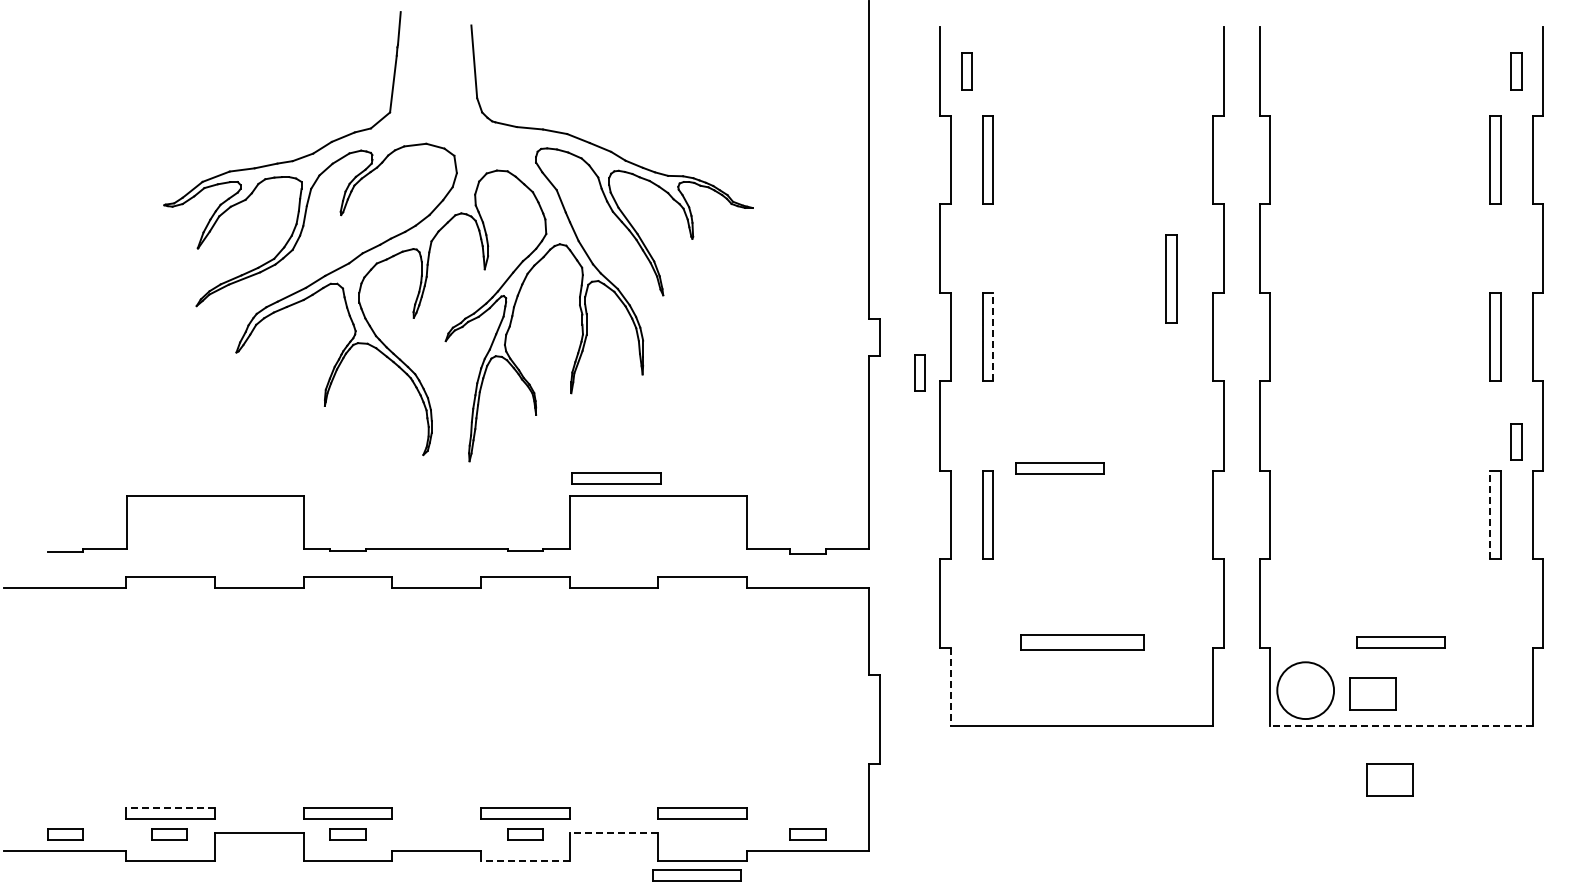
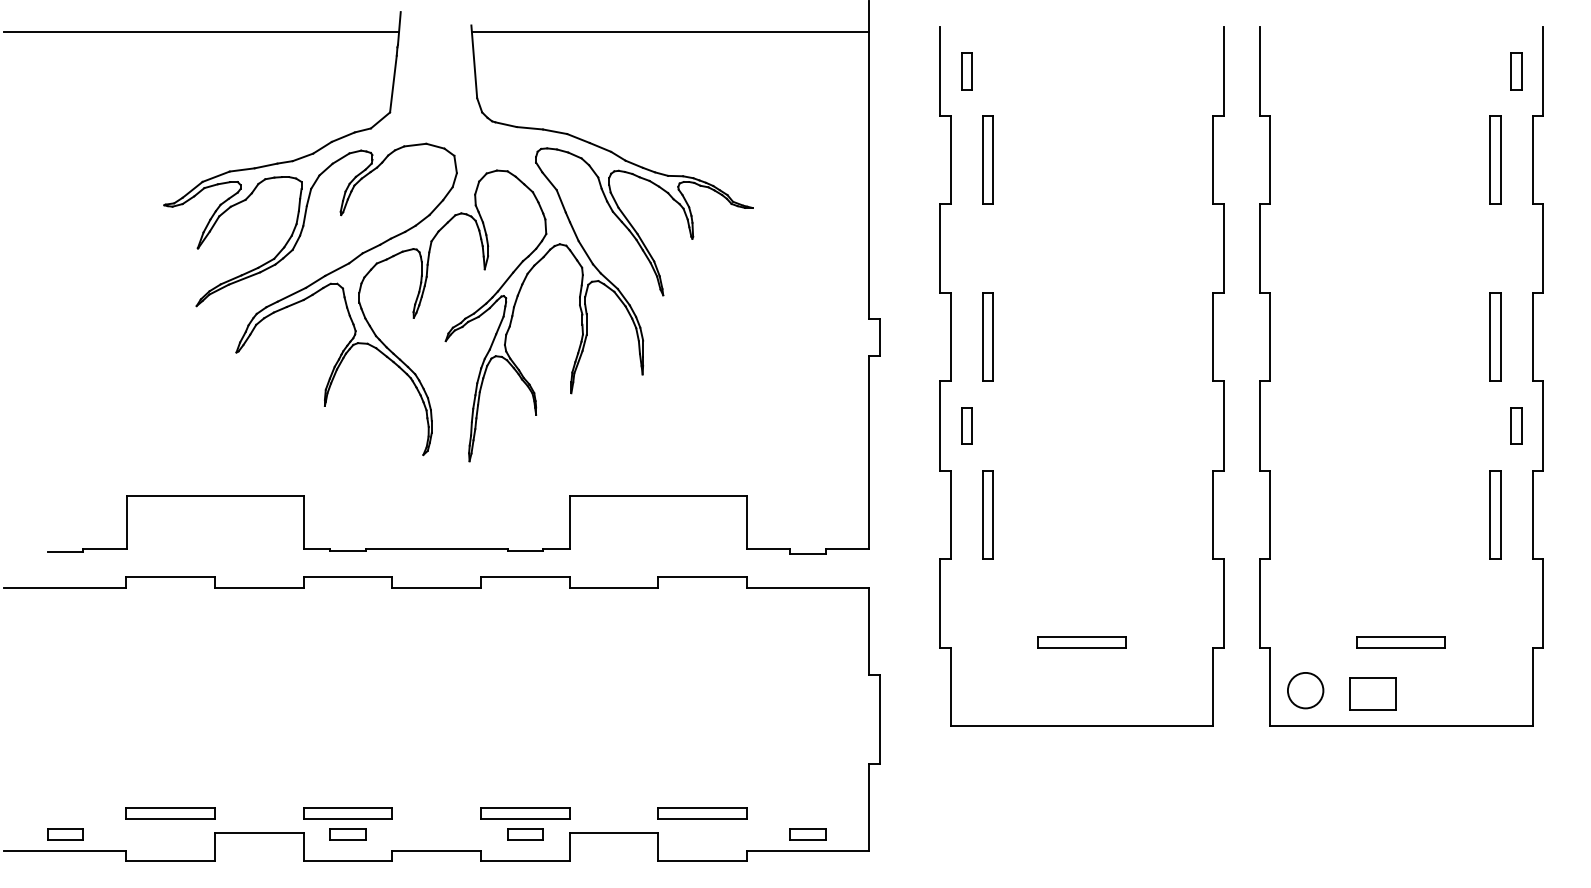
line at (201, 32): none -> present
line at (670, 32): none -> present
part at (1171, 278): present -> none
line at (993, 337): dashed -> solid
part at (919, 372) position: (919, 372) -> (966, 425)
part at (1516, 441) position: (1516, 441) -> (1516, 425)
part at (1059, 468): present -> none
part at (616, 478): present -> none
line at (1490, 514): dashed -> solid
part at (1082, 642) size: 125x17 px -> 90x13 px
line at (951, 687): dashed -> solid
circle at (1305, 690) diameter: 57 px -> 35 px
line at (1400, 726): dashed -> solid
part at (1389, 779): present -> none
line at (170, 808): dashed -> solid
line at (613, 832): dashed -> solid
part at (169, 834): present -> none
line at (524, 861): dashed -> solid
part at (696, 875): present -> none
